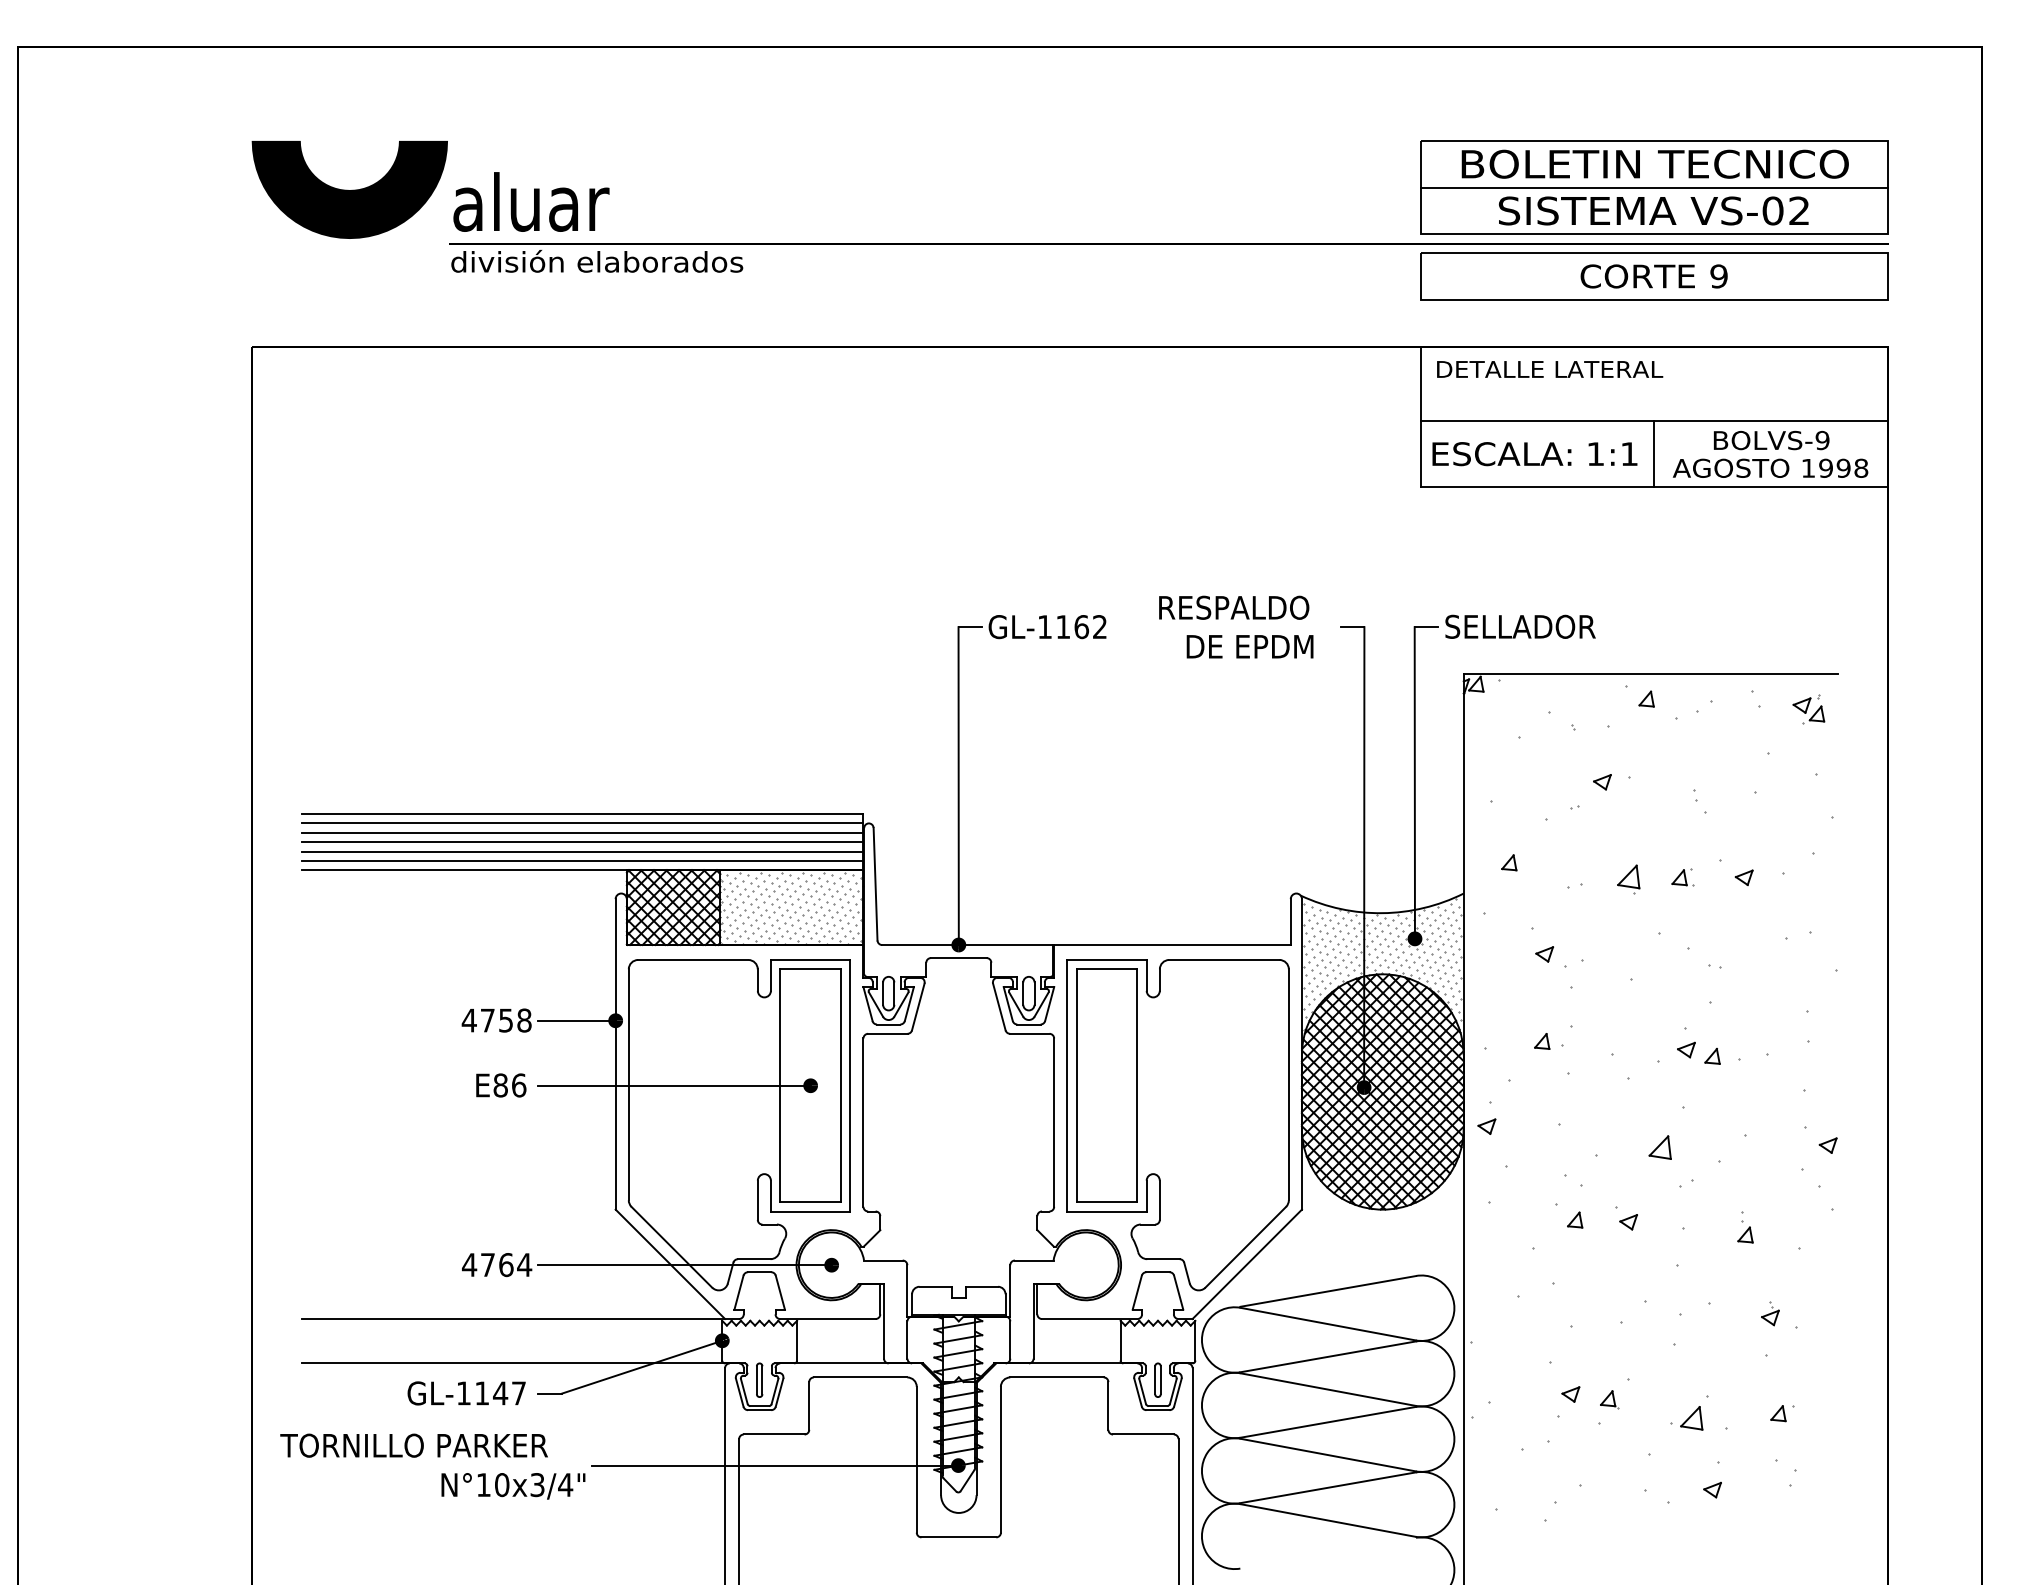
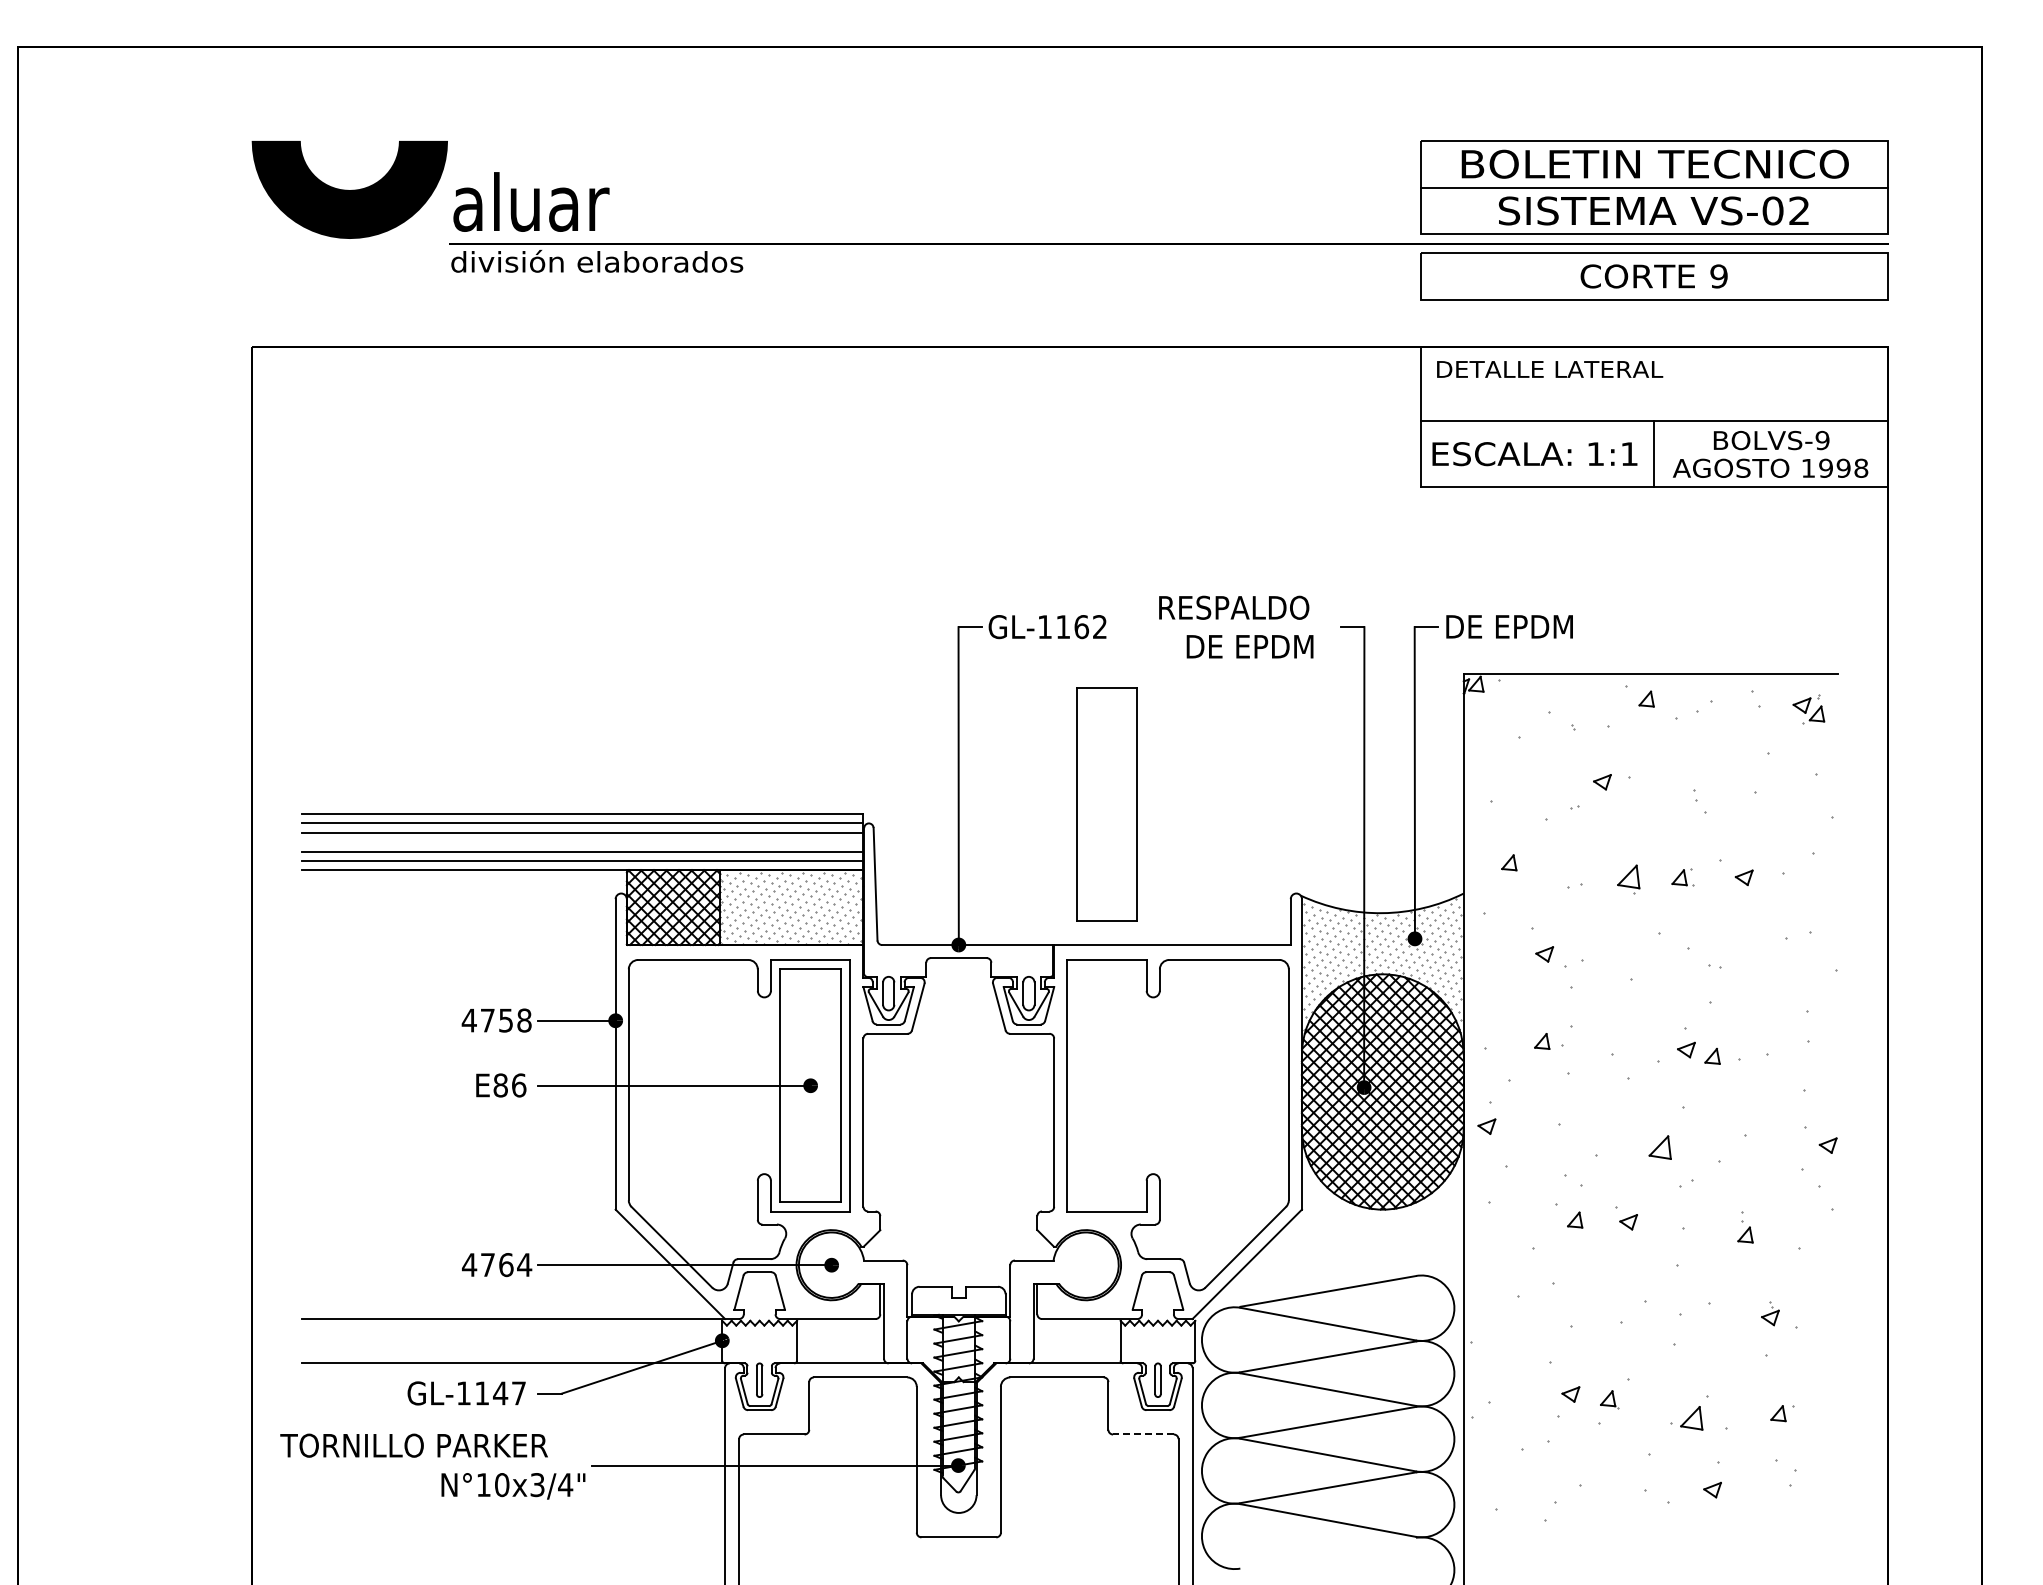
text at (1520, 626): SELLADOR -> DE EPDM
line at (582, 842): present -> none
part at (1106, 1085) position: (1106, 1085) -> (1106, 804)
line at (1142, 1434): solid -> dashed
